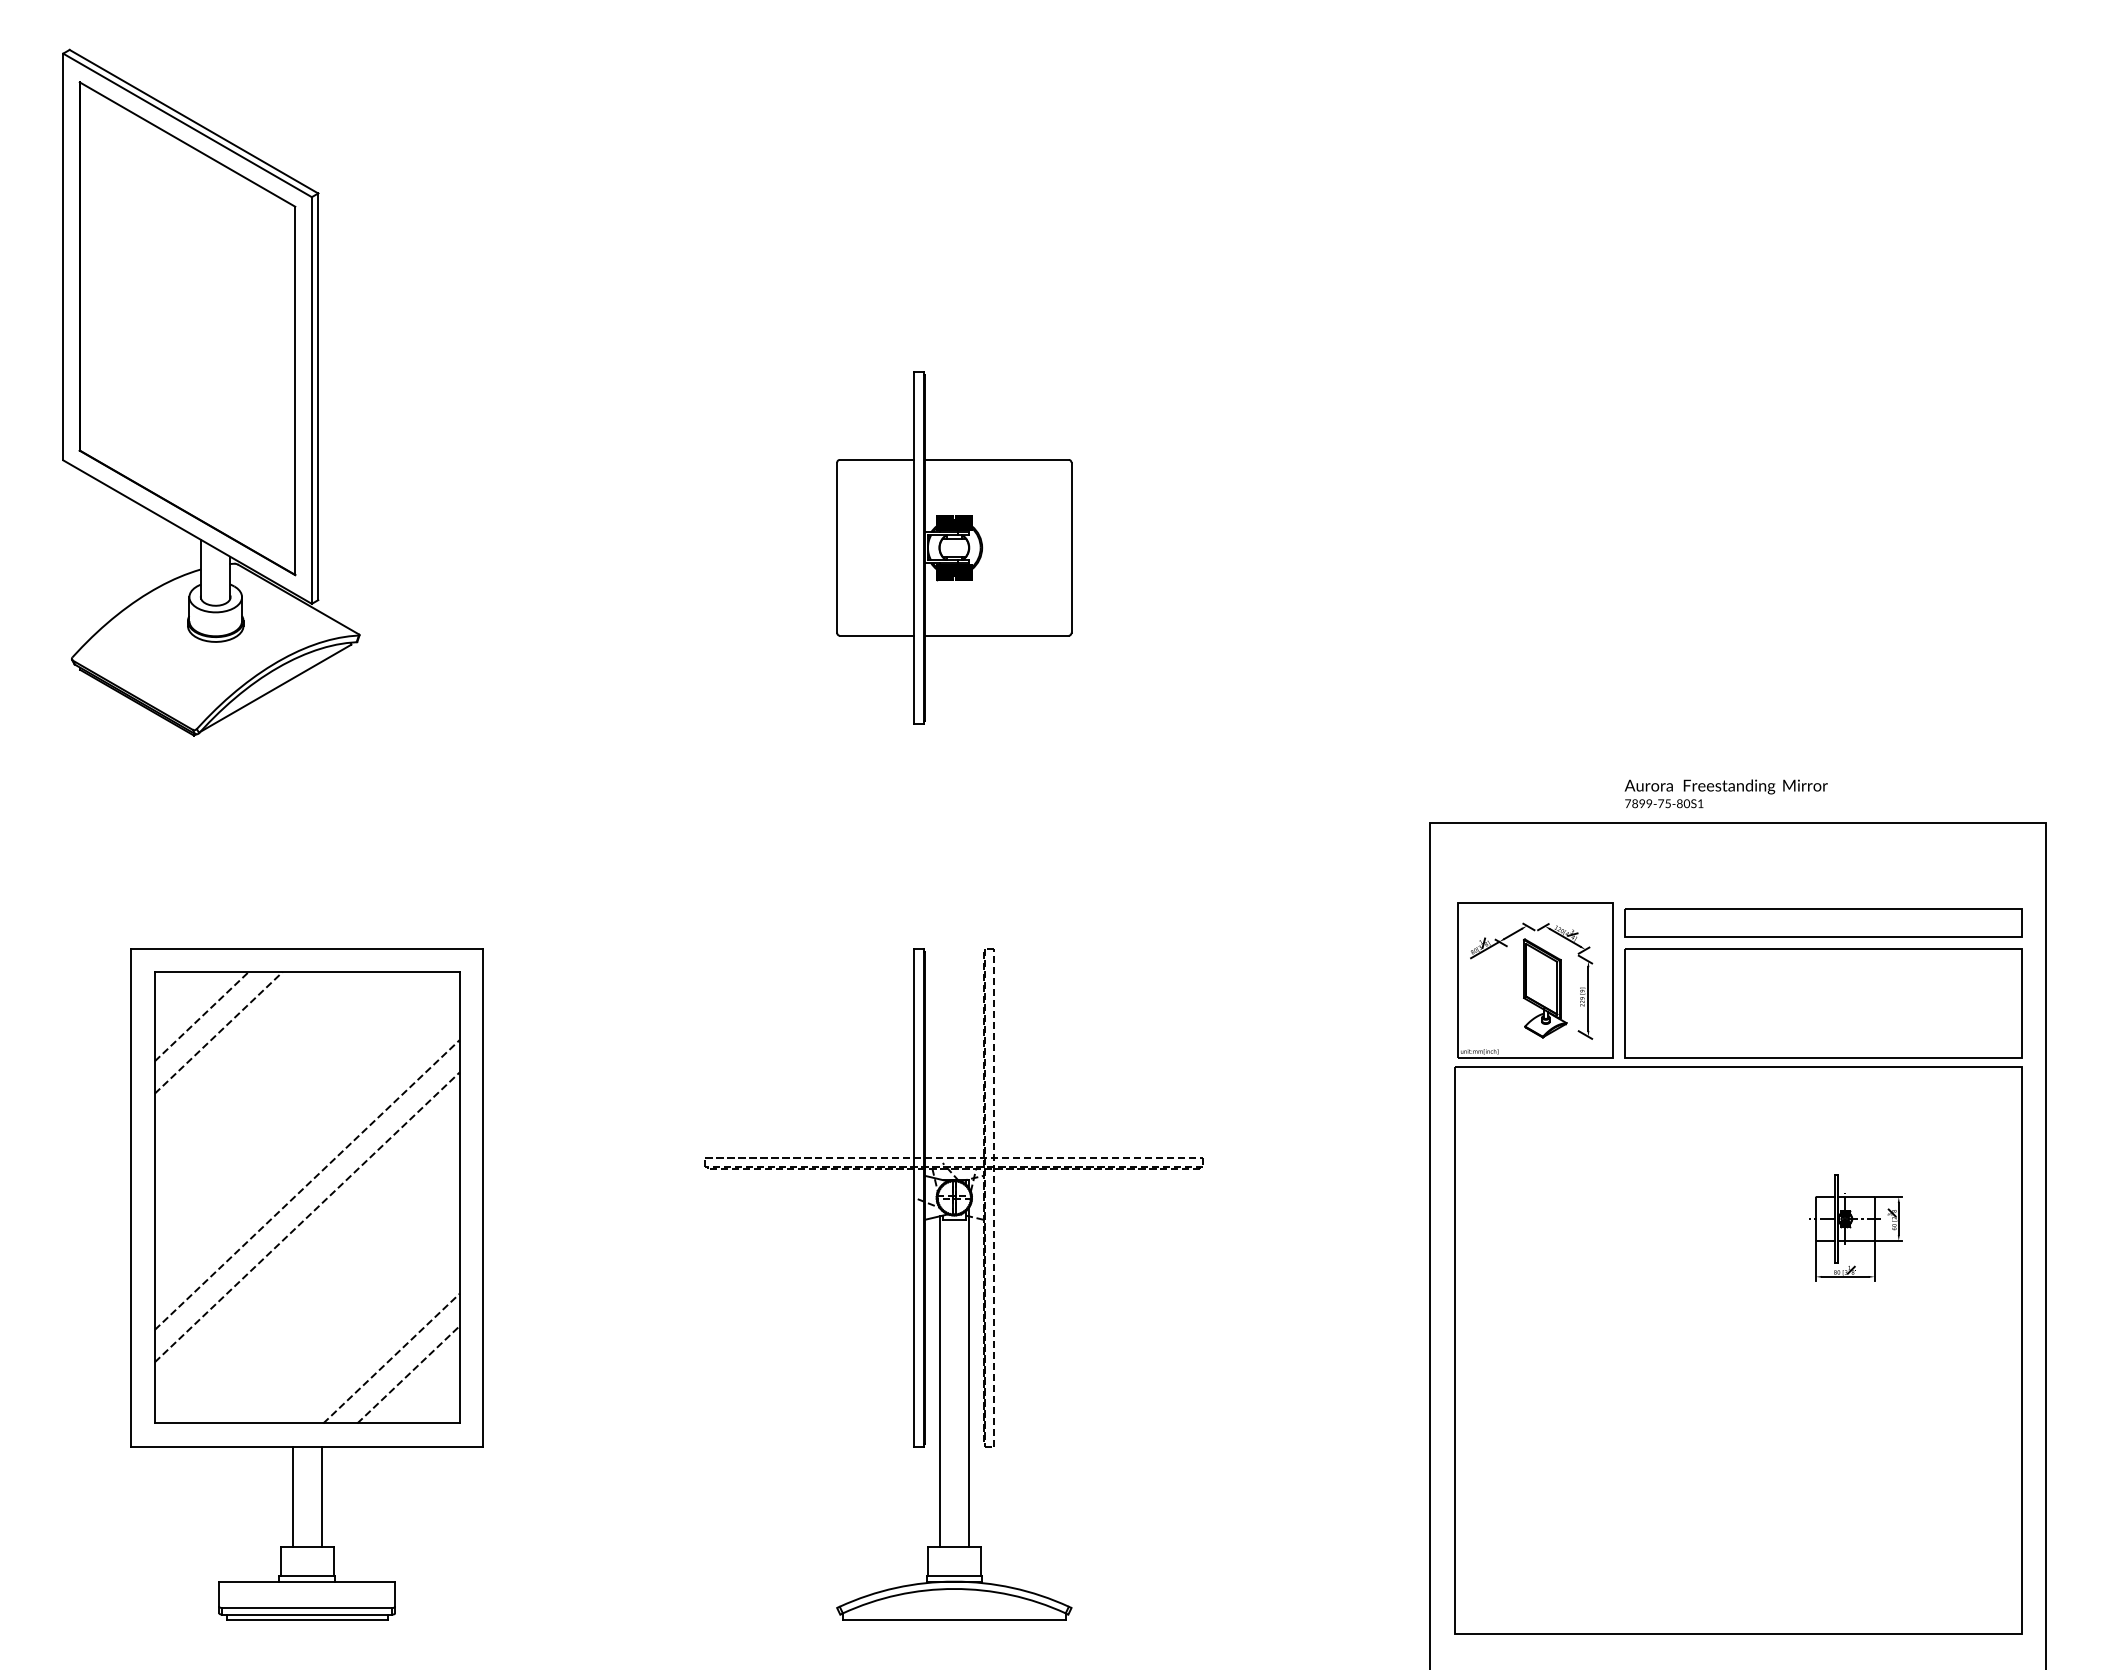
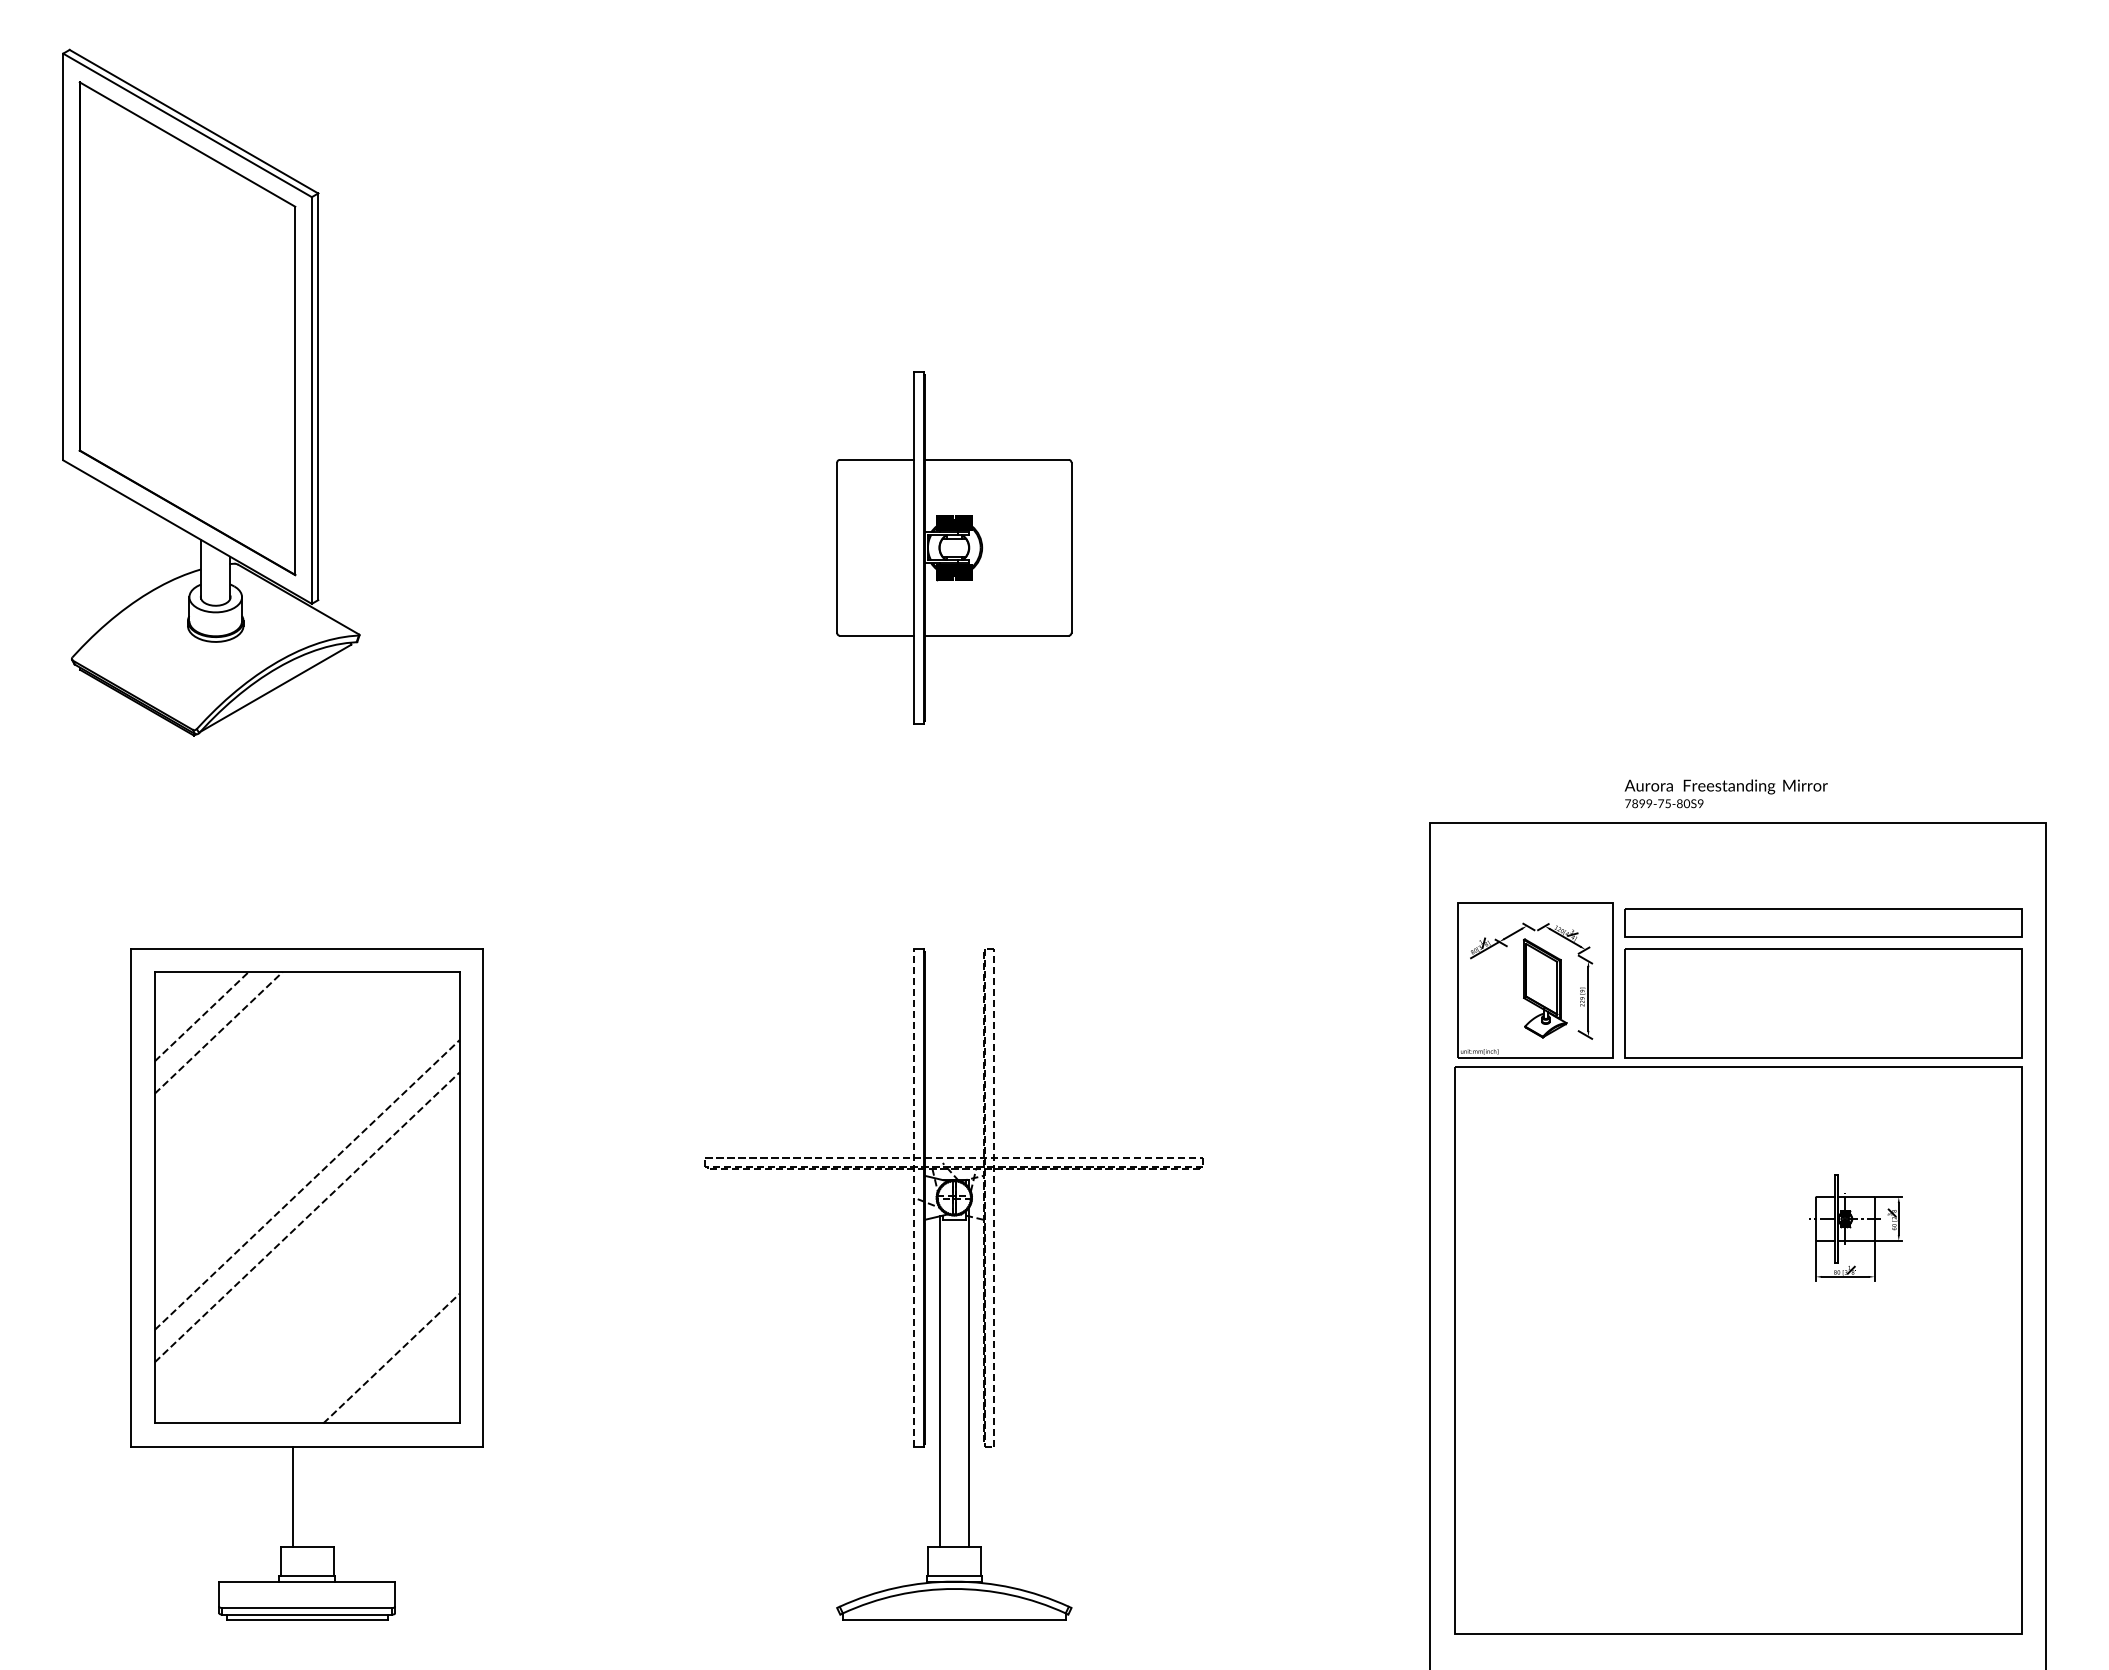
text at (1700, 803): 7899-75-80S1 -> 7899-75-80S9
line at (914, 1197): solid -> dashed
line at (408, 1374): present -> none
line at (321, 1496): present -> none
